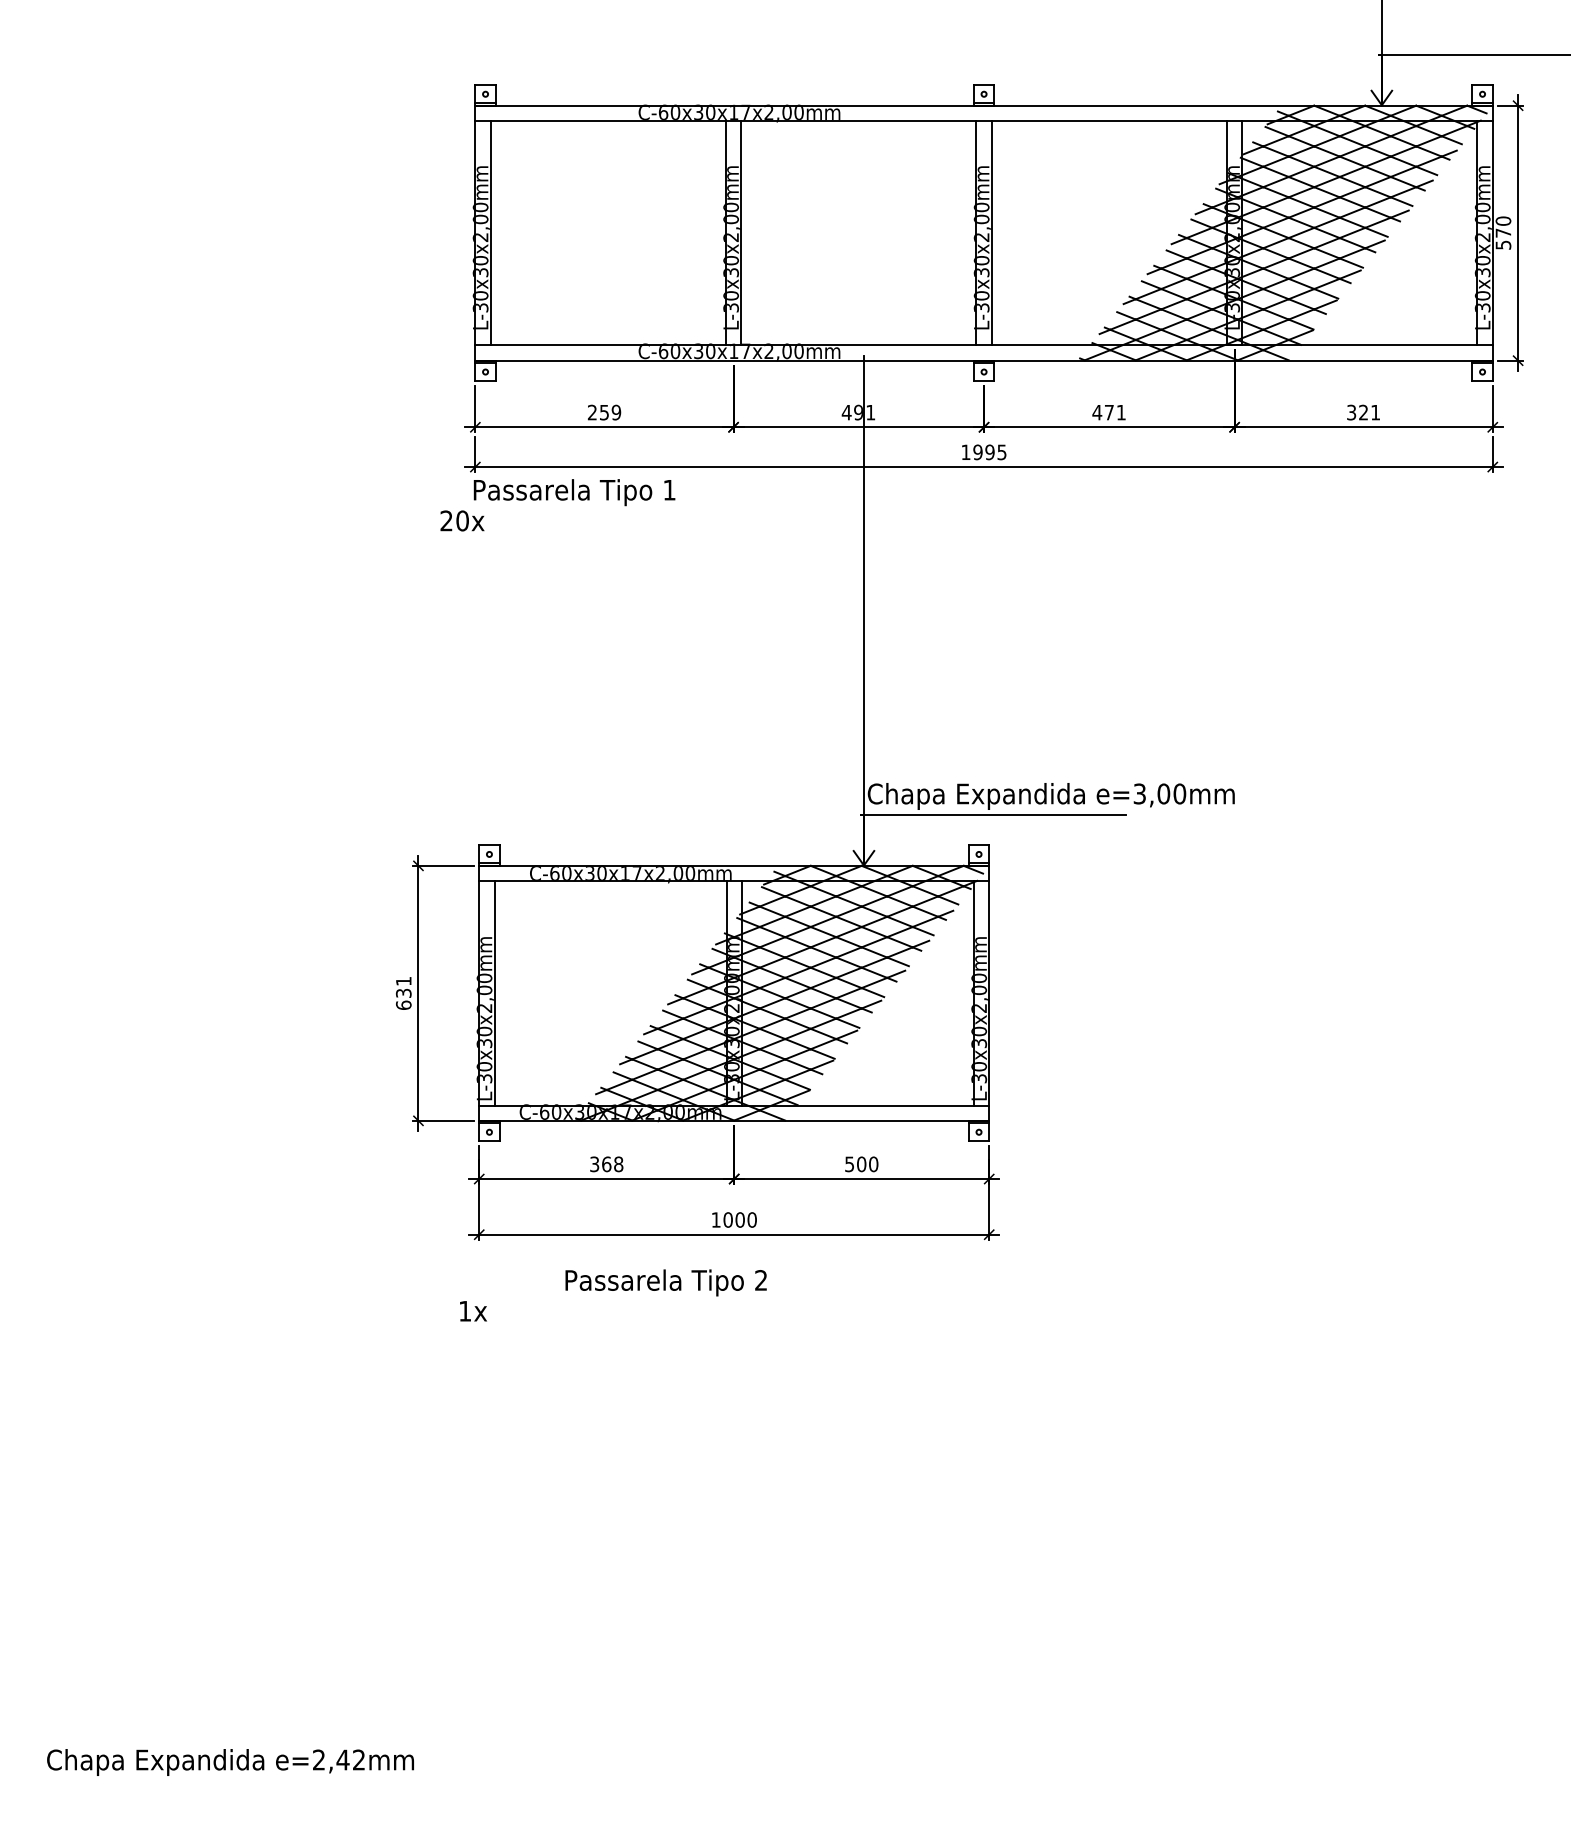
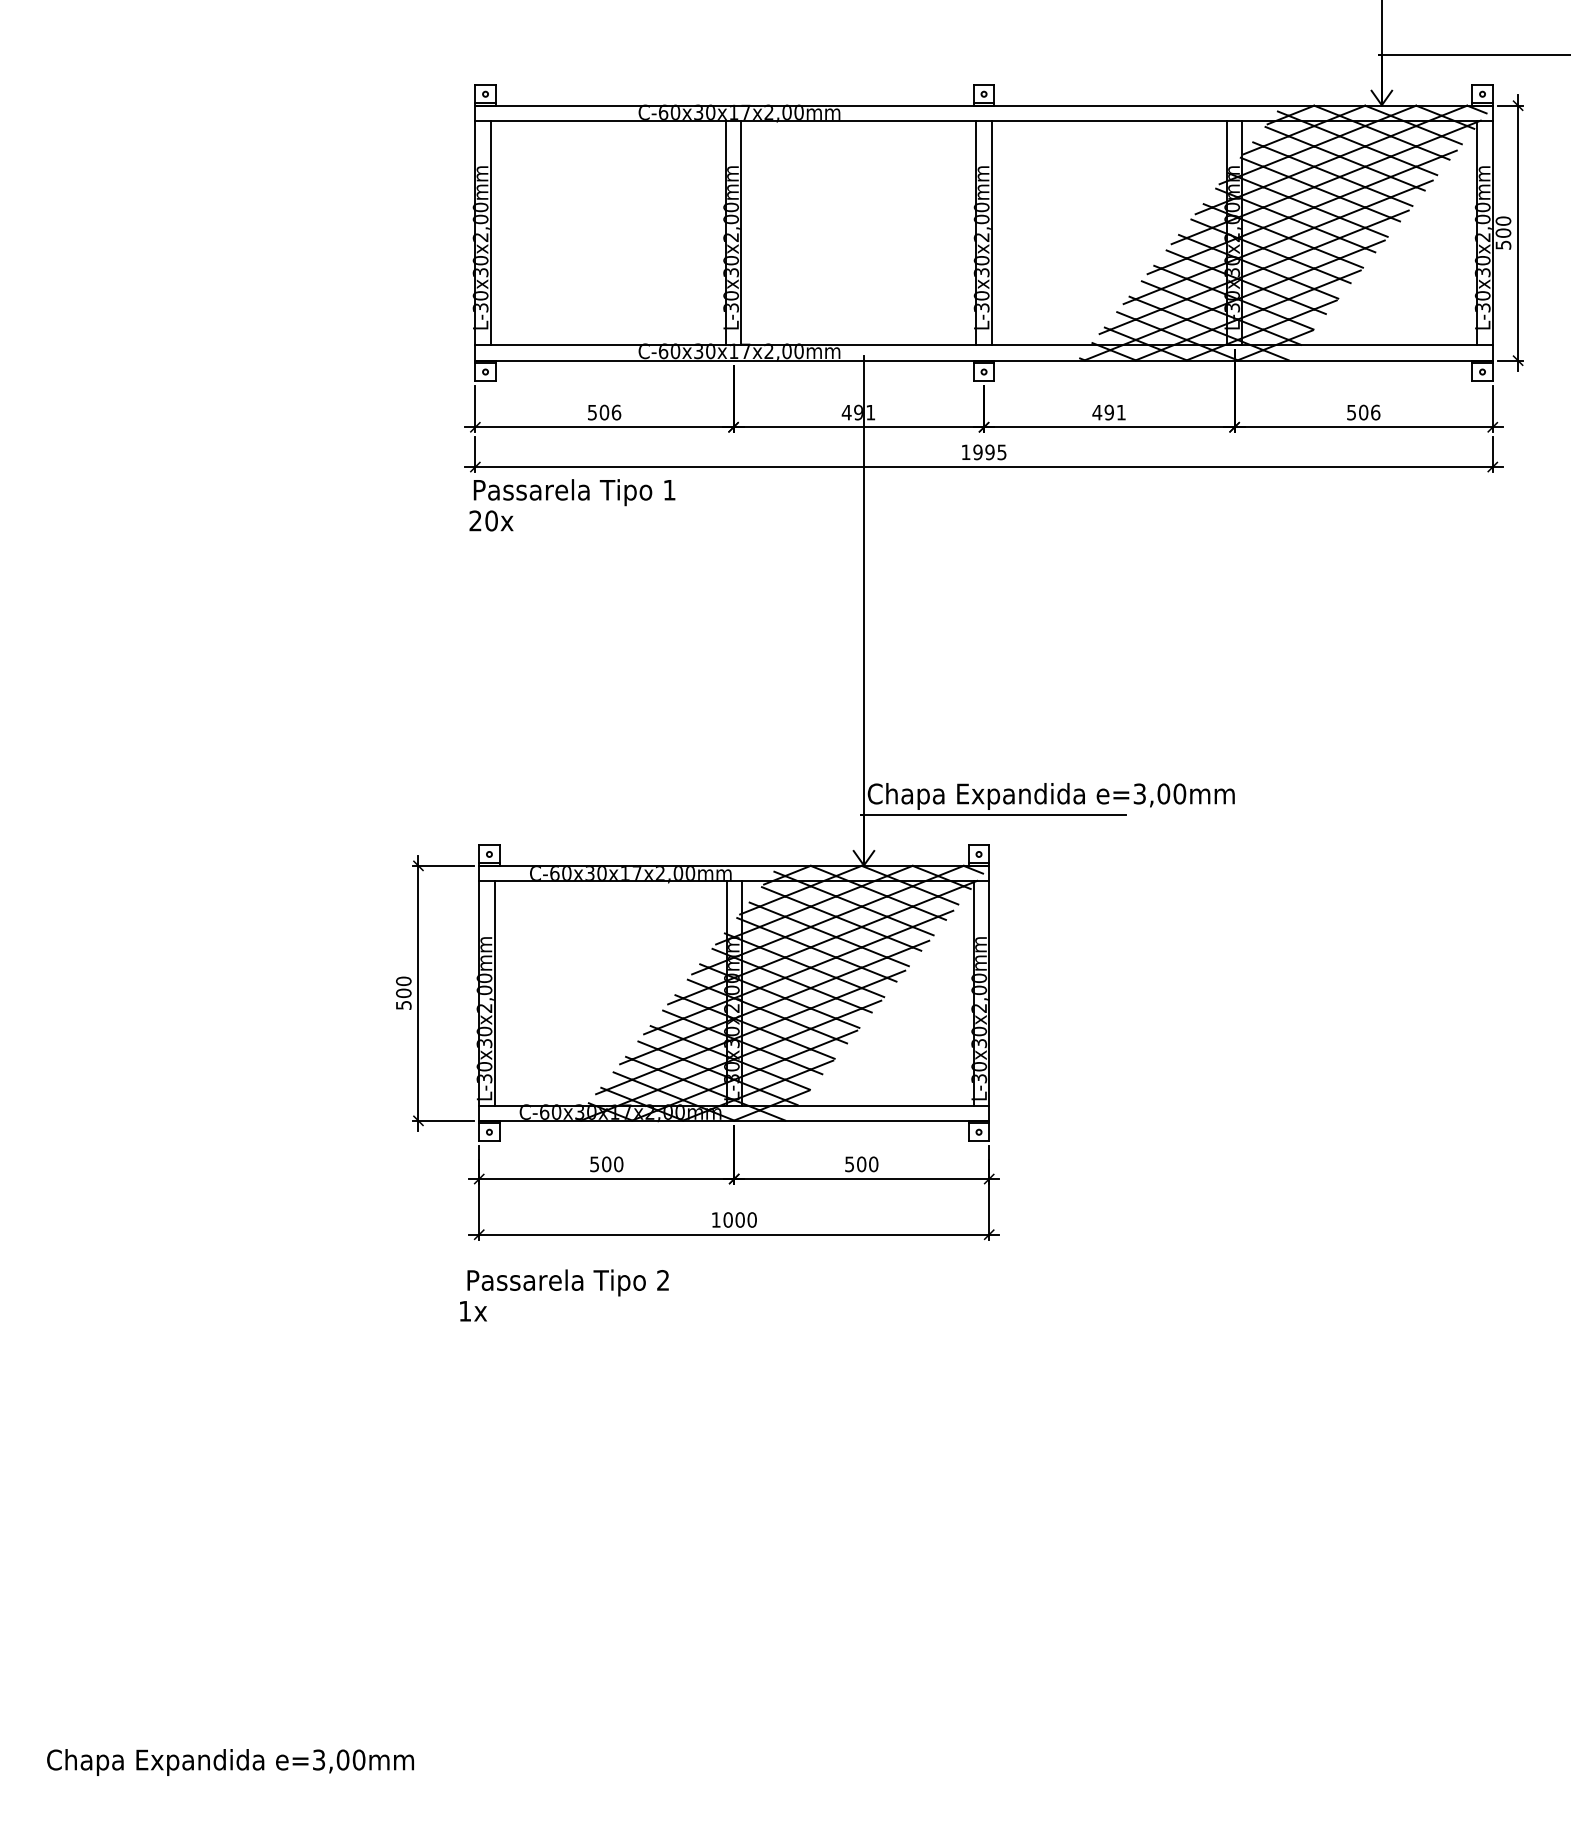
text at (1503, 232): 570 -> 500
text at (604, 412): 259 -> 506
text at (1108, 412): 471 -> 491
text at (1363, 412): 321 -> 506
text at (462, 520) position: (462, 520) -> (491, 520)
text at (403, 992): 631 -> 500
text at (606, 1163): 368 -> 500
text at (665, 1282) position: (665, 1282) -> (567, 1282)
text at (339, 1759): e=2,42mm -> e=3,00mm
